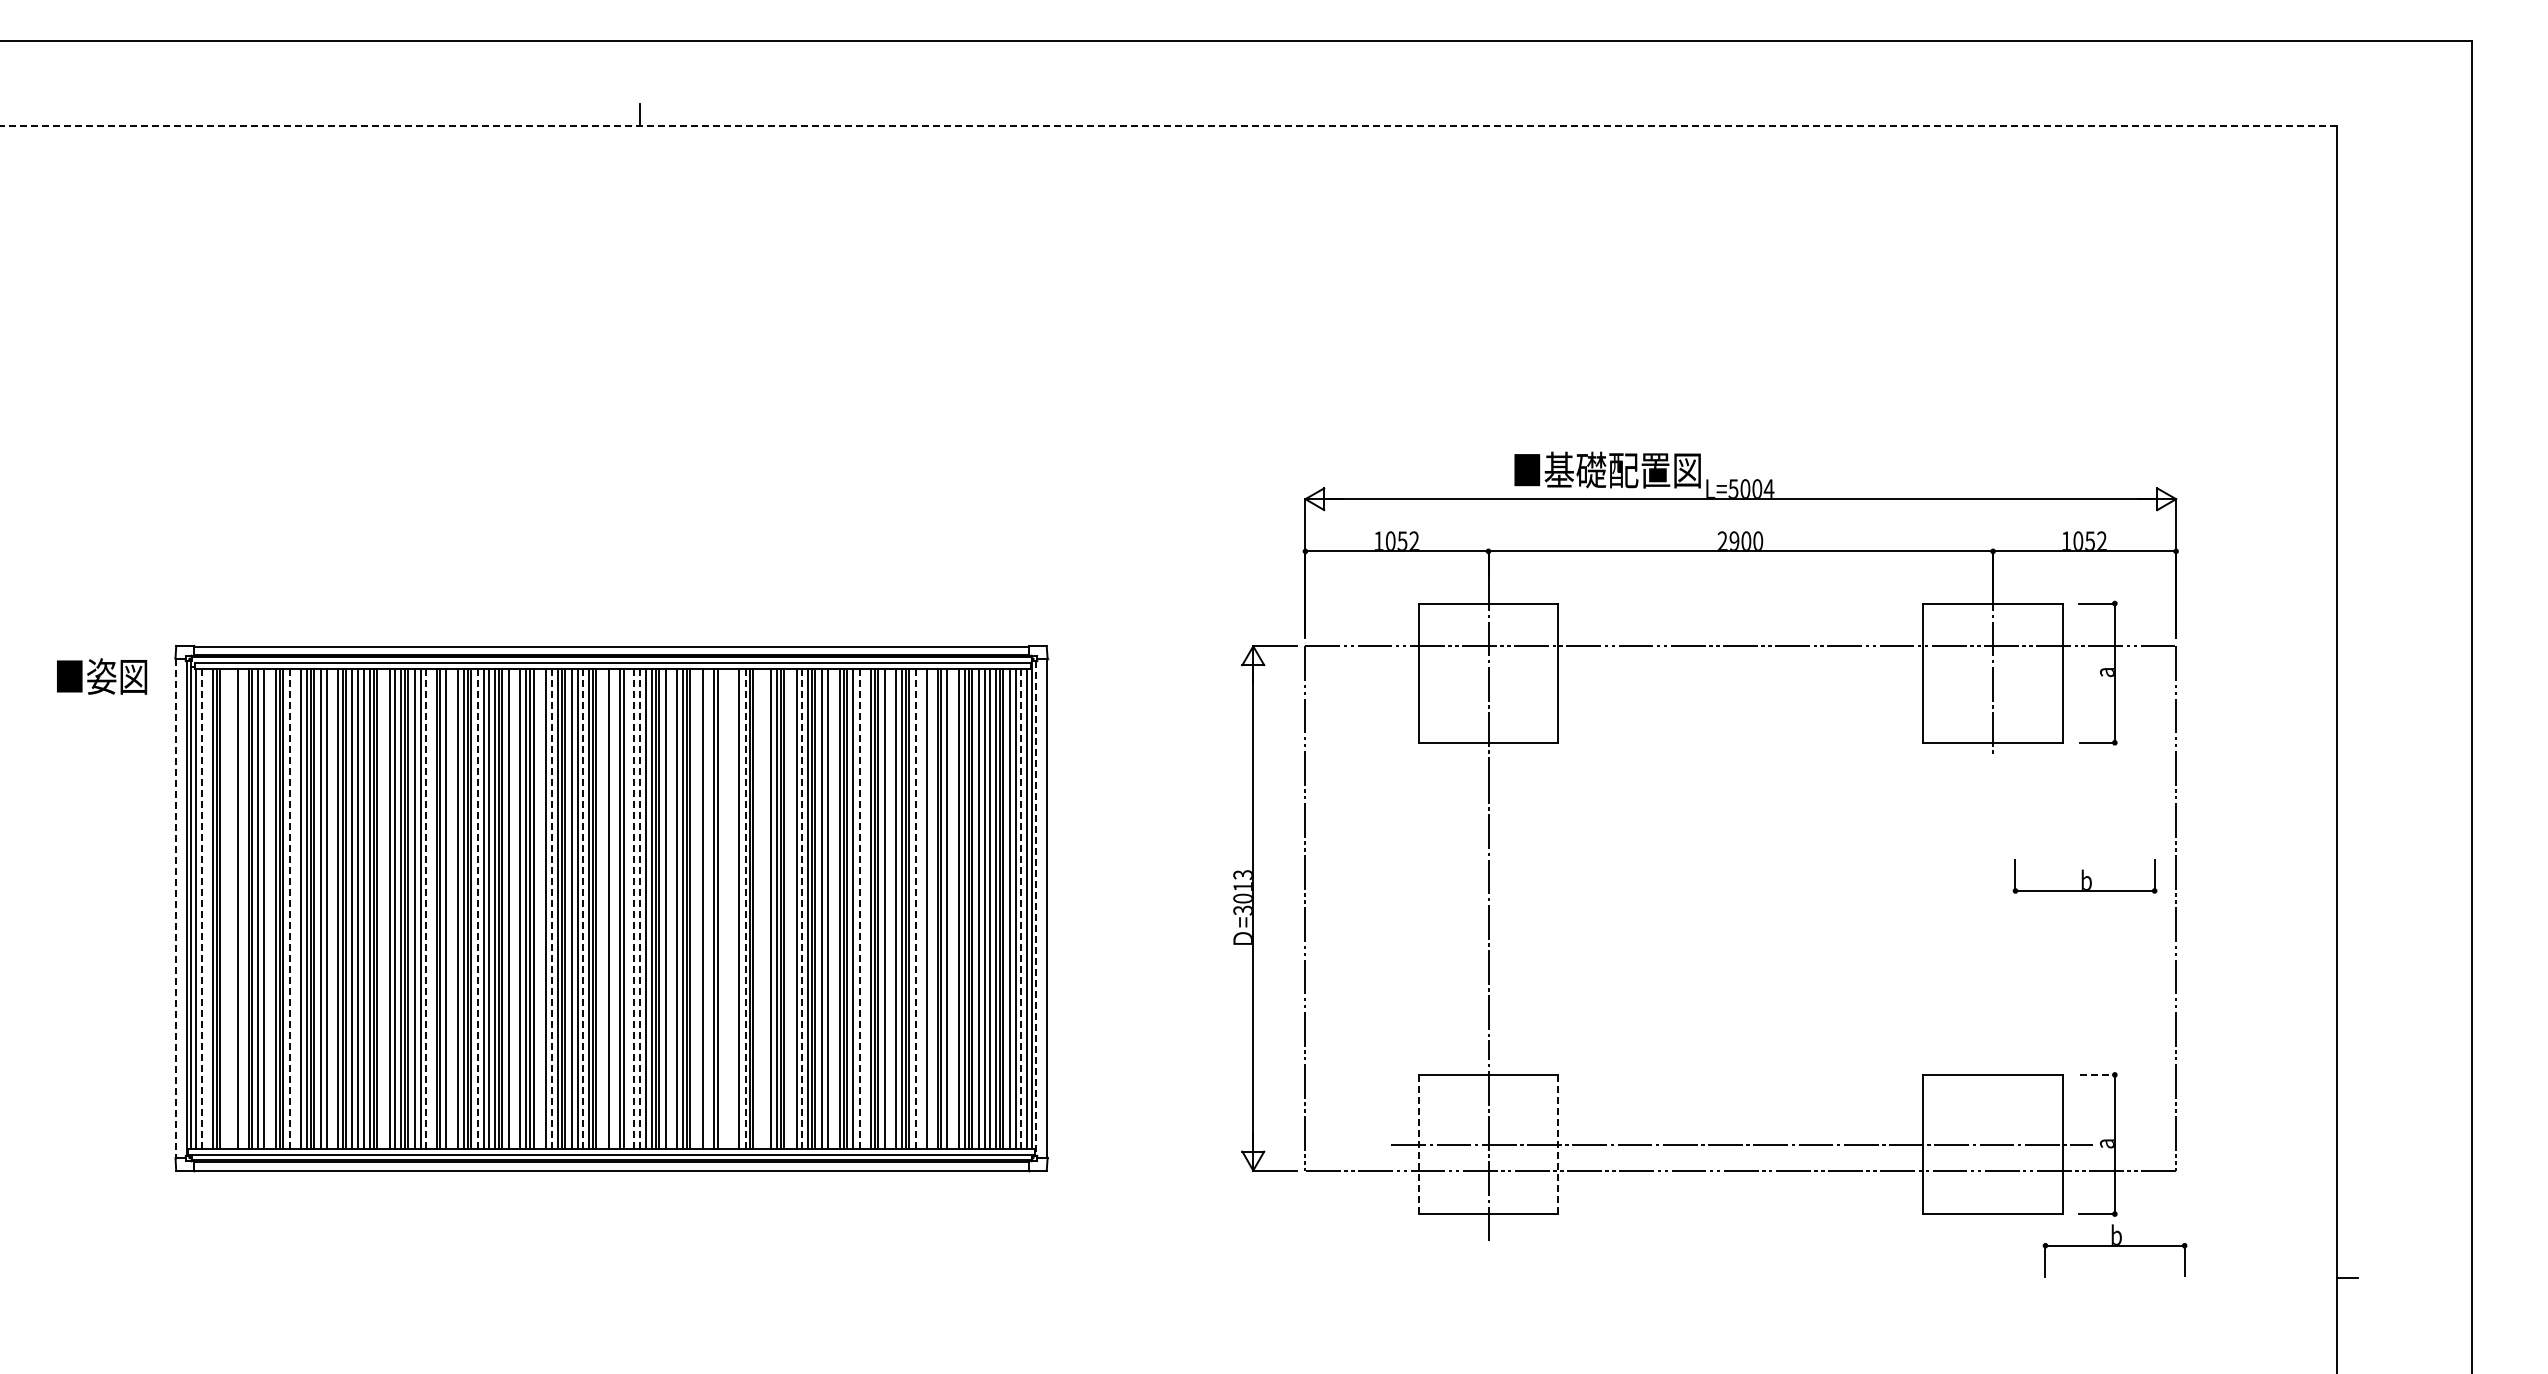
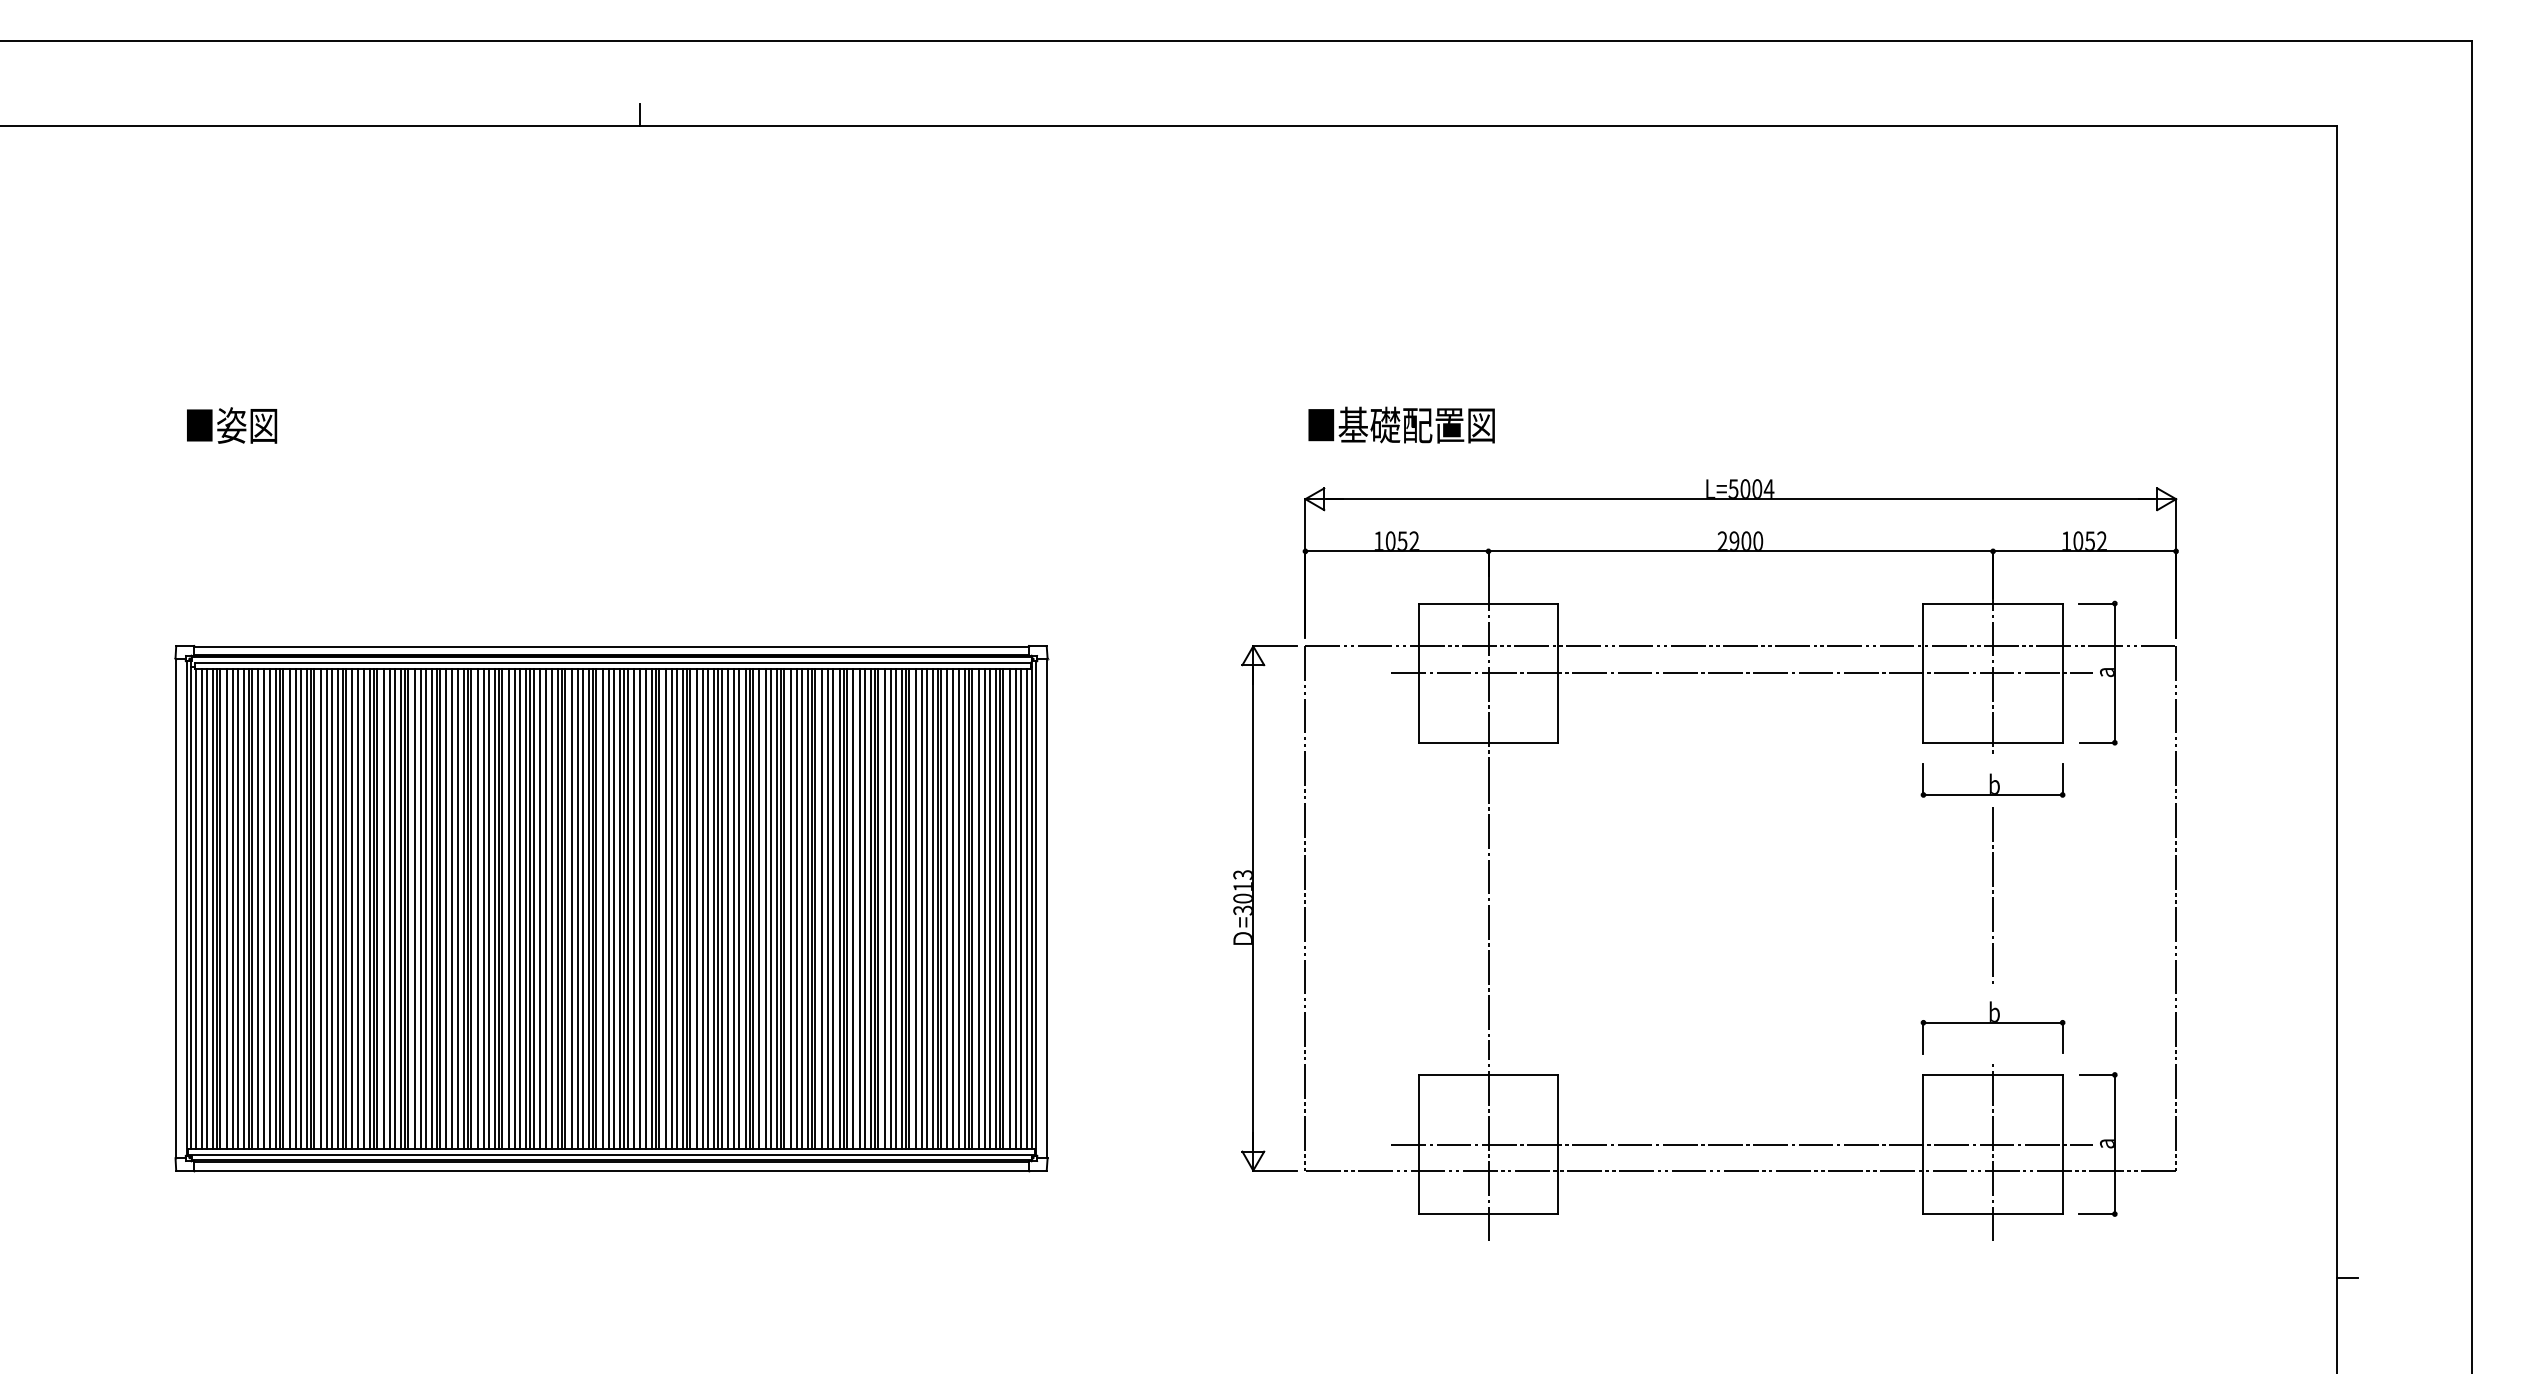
line at (1168, 125): dashed -> solid
text at (1607, 469) position: (1607, 469) -> (1401, 424)
line at (1741, 673): none -> present
text at (102, 676) position: (102, 676) -> (232, 425)
part at (2084, 876) position: (2084, 876) -> (1992, 780)
line at (1993, 897): none -> present
line at (176, 908): dashed -> solid
line at (201, 908): dashed -> solid
line at (207, 908): none -> present
line at (227, 908): none -> present
line at (233, 908): none -> present
line at (244, 908): none -> present
line at (269, 908): none -> present
line at (289, 908): dashed -> solid
line at (295, 908): none -> present
line at (332, 908): none -> present
line at (383, 908): none -> present
line at (426, 908): dashed -> solid
line at (432, 908): none -> present
line at (452, 908): none -> present
line at (477, 908): dashed -> solid
line at (515, 908): none -> present
line at (540, 908): none -> present
line at (551, 908): dashed -> solid
line at (582, 908): dashed -> solid
line at (602, 908): none -> present
line at (614, 908): none -> present
line at (627, 908): none -> present
line at (634, 908): dashed -> solid
line at (640, 908): dashed -> solid
line at (671, 908): none -> present
line at (696, 908): none -> present
line at (708, 908): none -> present
line at (721, 908): none -> present
line at (728, 908): none -> present
line at (734, 908): none -> present
line at (745, 908): dashed -> solid
line at (759, 908): none -> present
line at (765, 908): none -> present
line at (790, 908): none -> present
line at (802, 908): dashed -> solid
line at (833, 908): none -> present
line at (859, 908): dashed -> solid
line at (864, 908): none -> present
line at (890, 908): none -> present
line at (916, 908): dashed -> solid
line at (922, 908): none -> present
line at (933, 908): none -> present
line at (953, 908): none -> present
line at (1021, 908): dashed -> solid
line at (1036, 908): dashed -> solid
line at (2098, 1074): dashed -> solid
line at (1418, 1144): dashed -> solid
line at (1558, 1144): dashed -> solid
line at (1993, 1151): none -> present
part at (2114, 1250) position: (2114, 1250) -> (1992, 1027)
